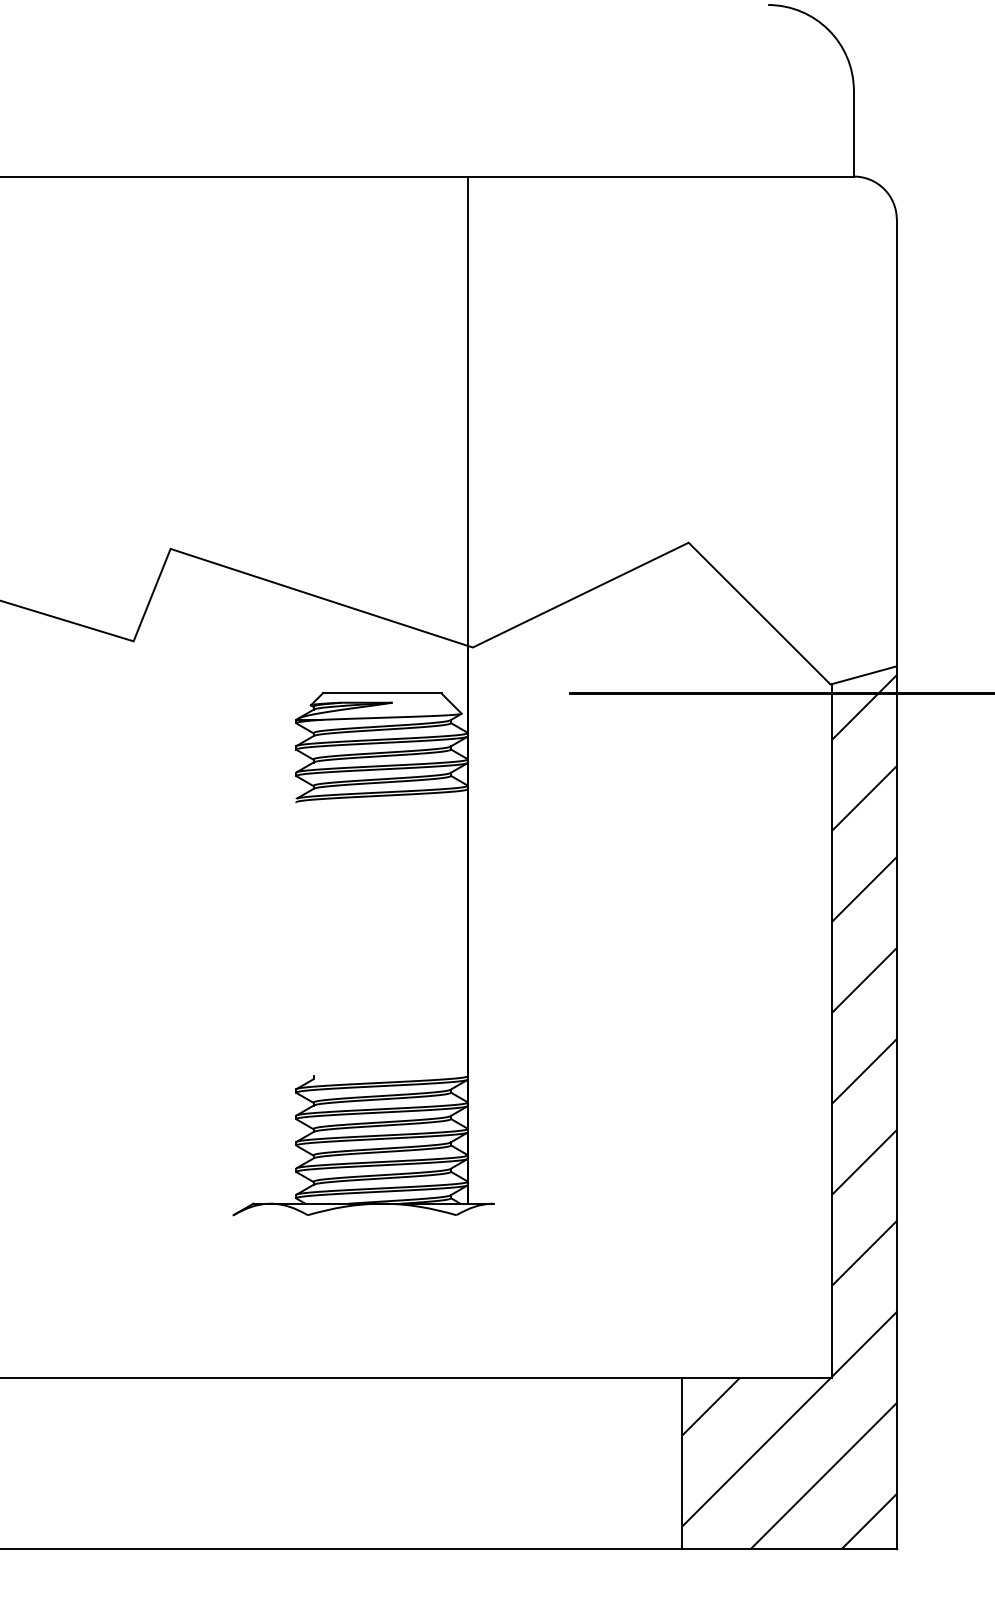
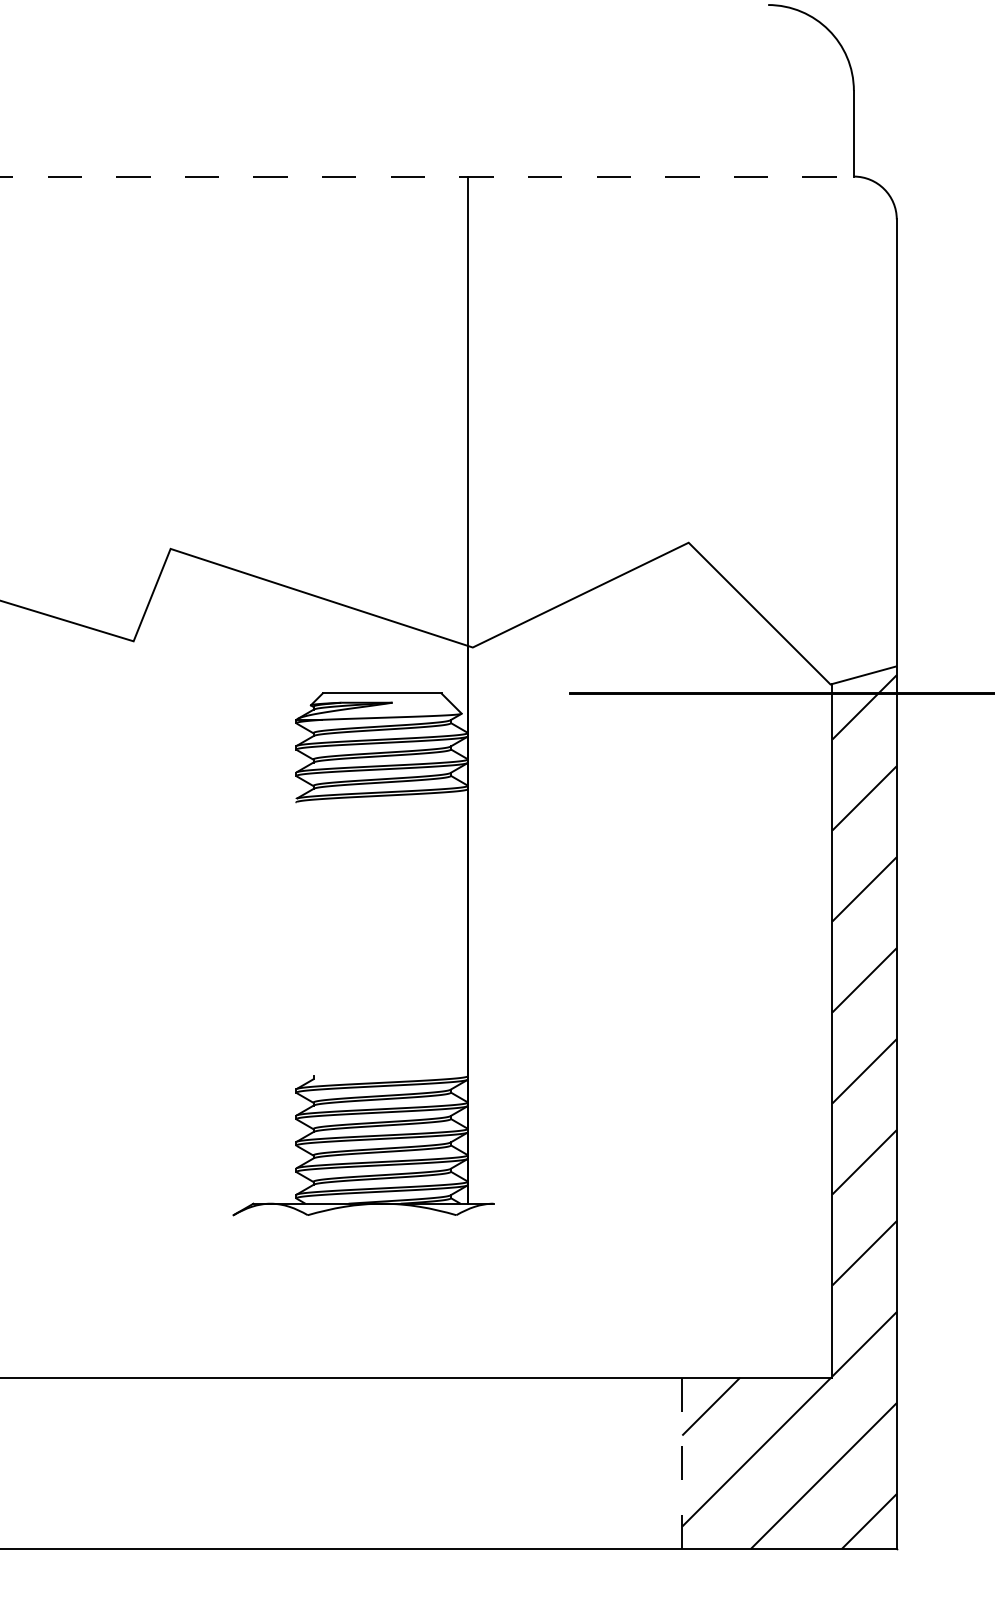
line at (427, 176): solid -> dashed
line at (682, 1463): solid -> dashed
